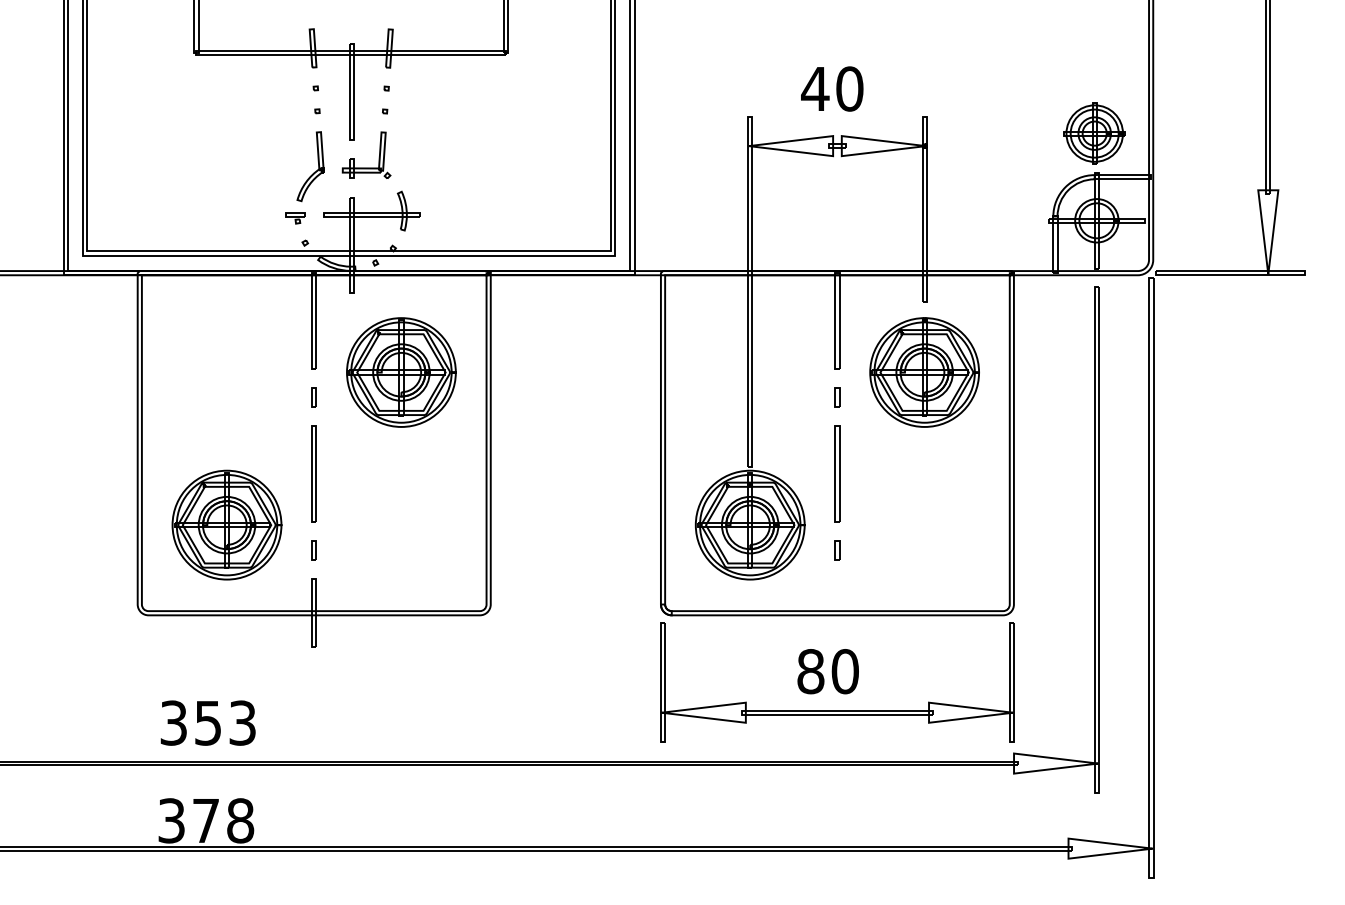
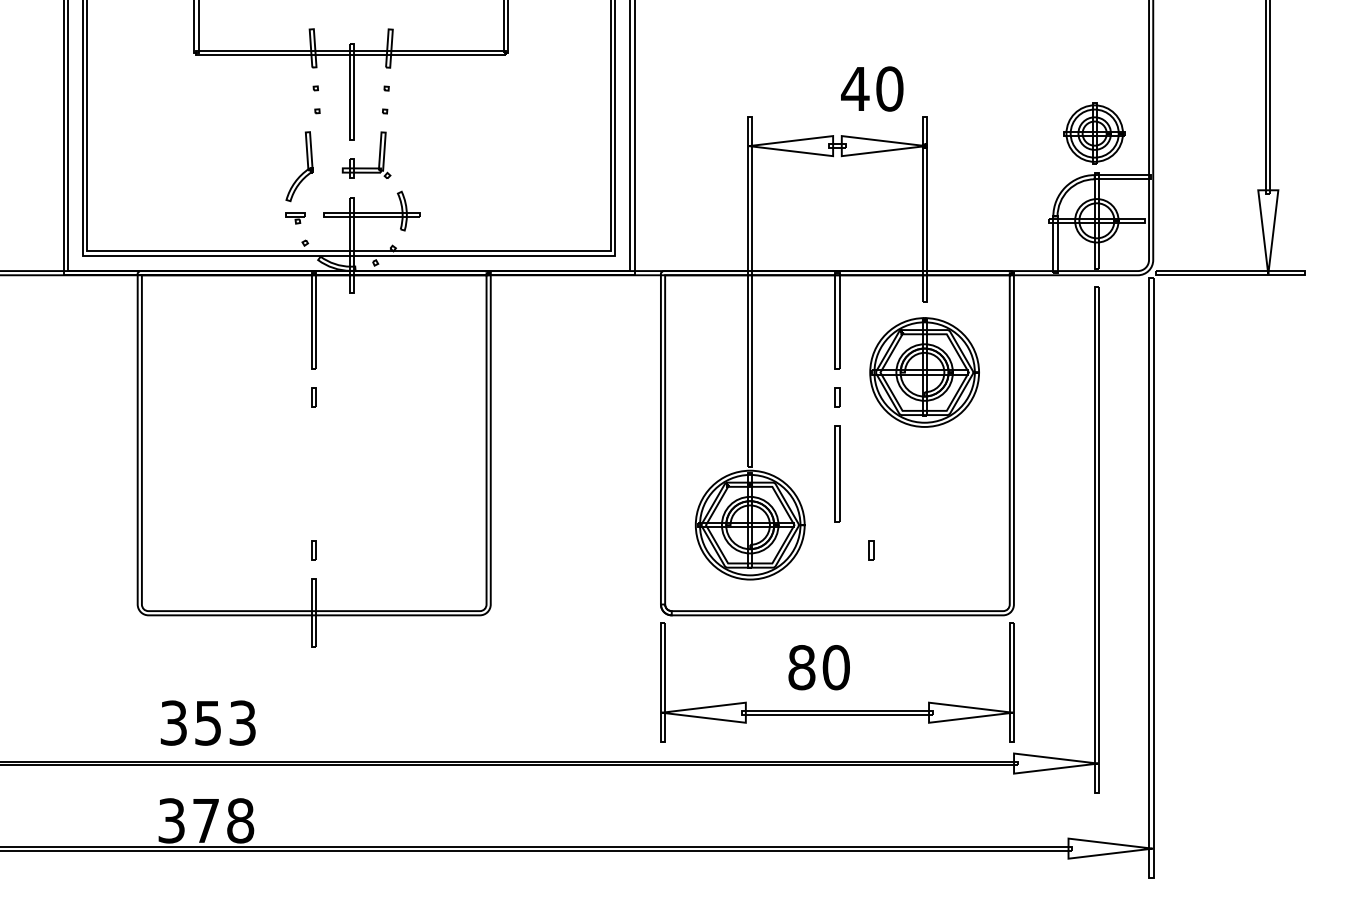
text at (832, 88) position: (832, 88) -> (872, 88)
part at (314, 171) position: (314, 171) -> (303, 171)
part at (401, 372): present -> none
part at (313, 473): present -> none
part at (226, 524): present -> none
part at (837, 550) position: (837, 550) -> (871, 550)
text at (827, 671) position: (827, 671) -> (818, 667)
